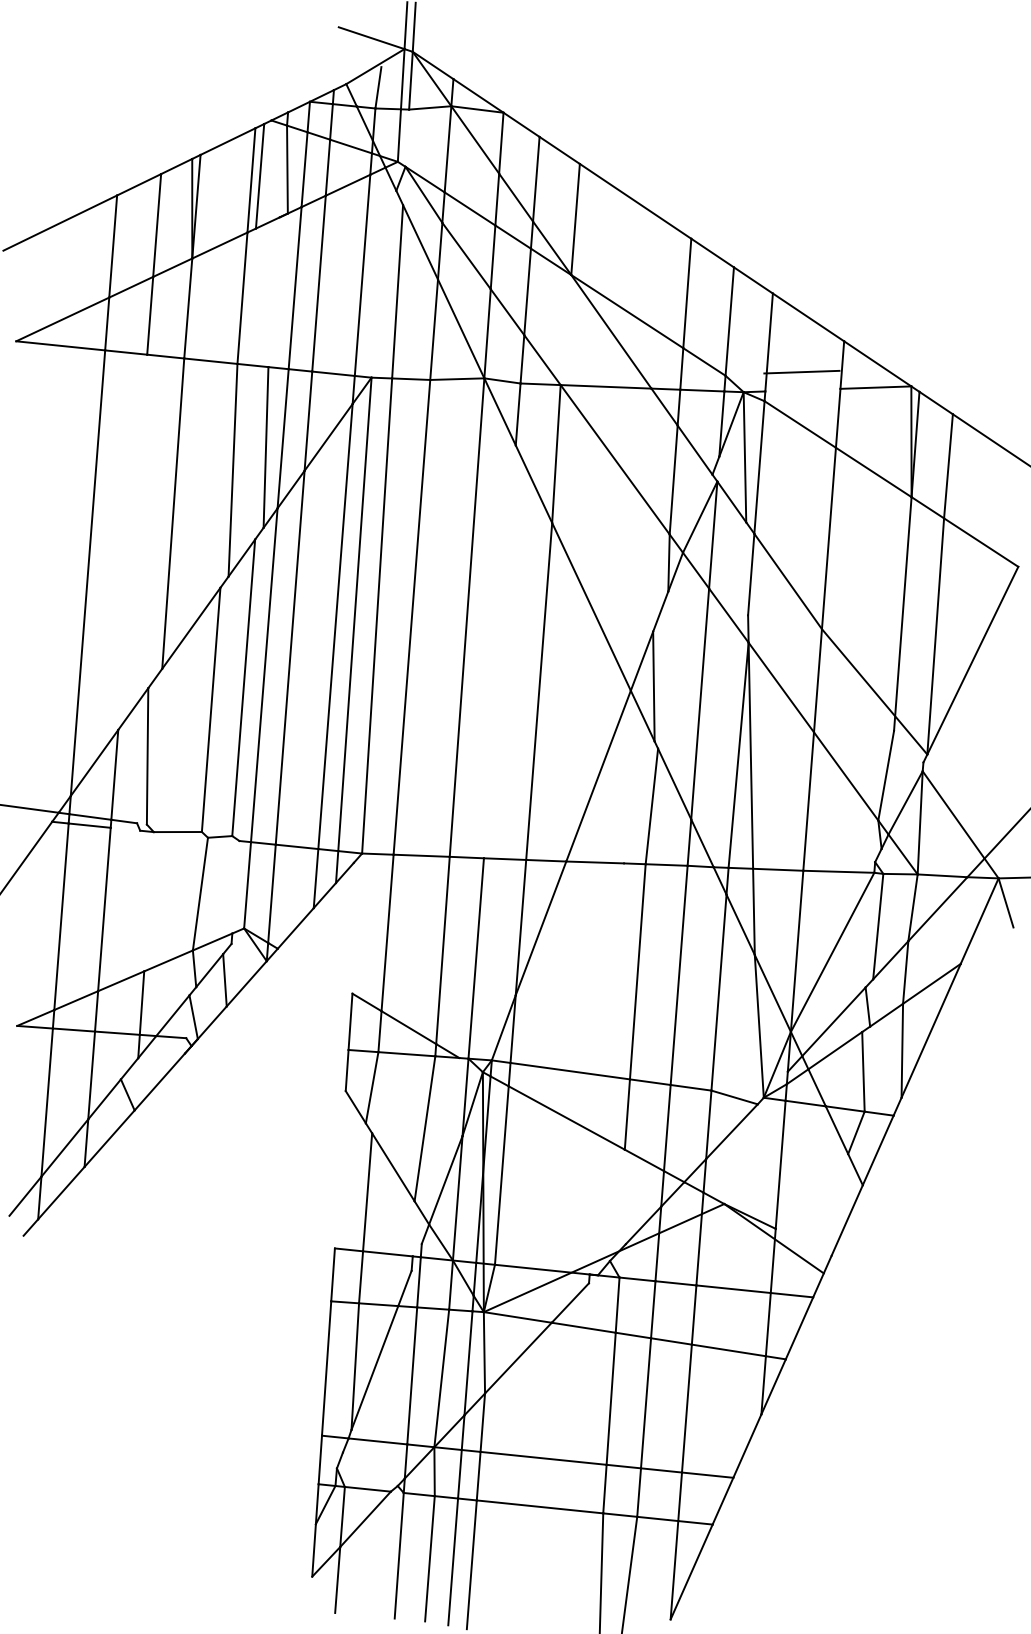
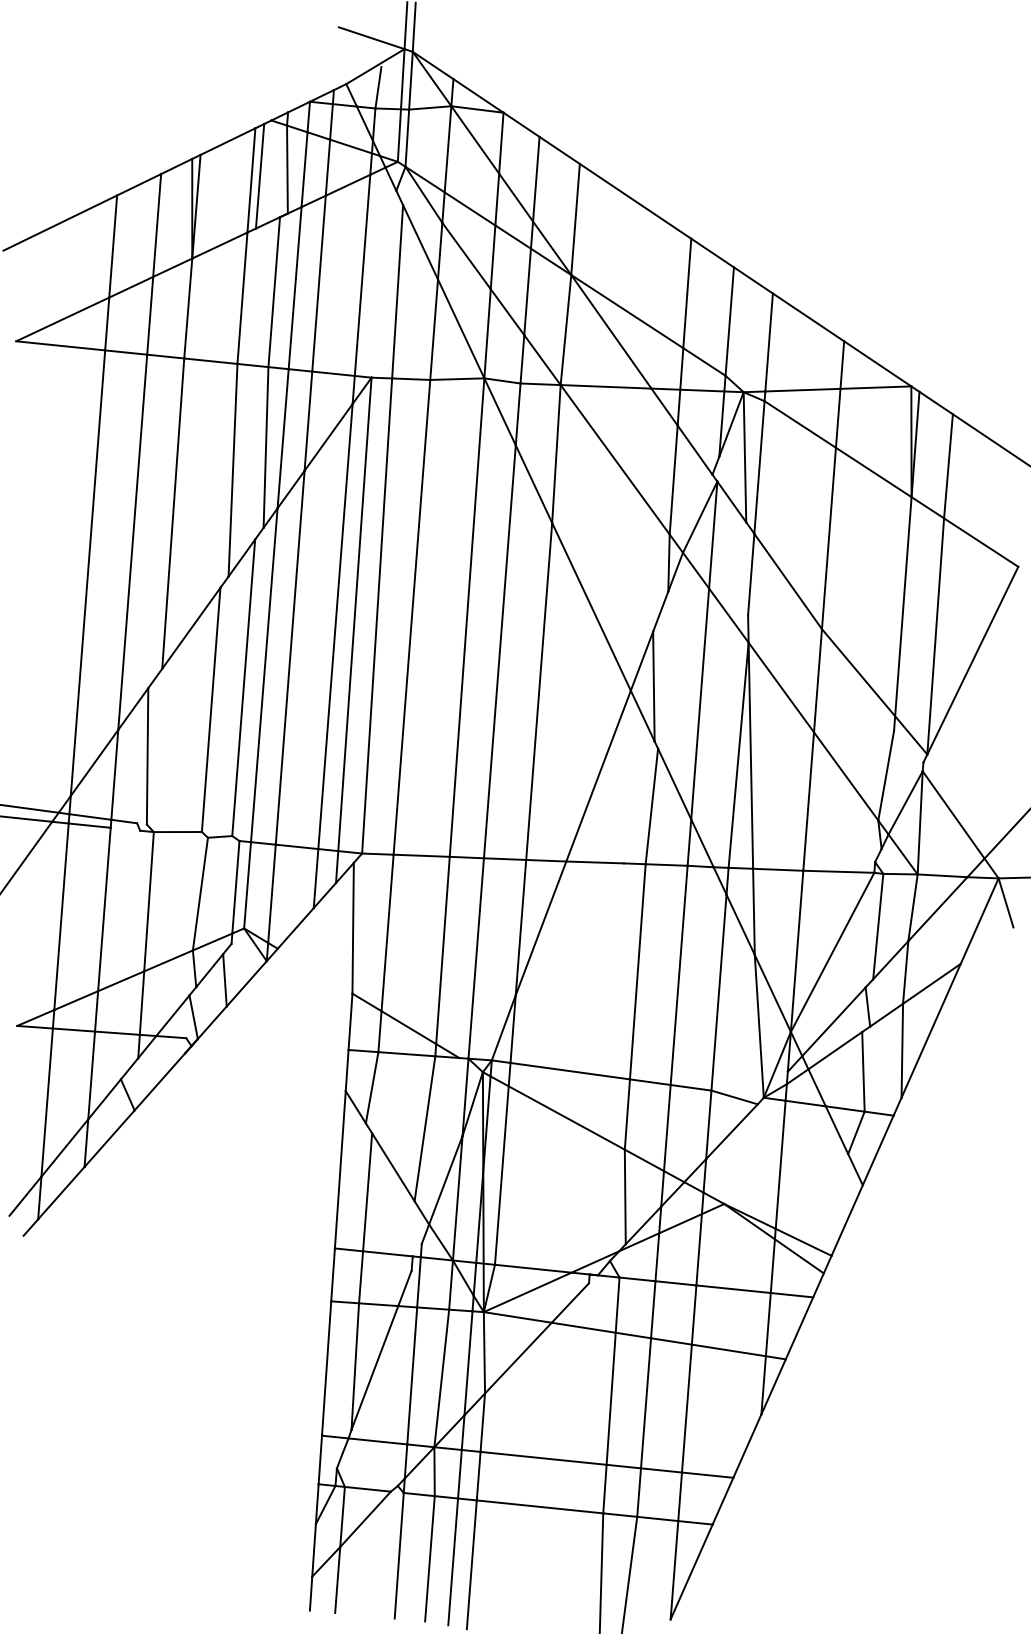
line at (407, 137): none -> present
line at (274, 292): none -> present
line at (565, 330): none -> present
line at (801, 371) position: (801, 371) -> (802, 389)
line at (132, 541): none -> present
line at (499, 651): none -> present
line at (27, 818): none -> present
line at (235, 887): none -> present
line at (148, 901): none -> present
line at (352, 927): none -> present
line at (339, 1169): none -> present
line at (624, 1196): none -> present
line at (803, 1241): none -> present
line at (310, 1593): none -> present
